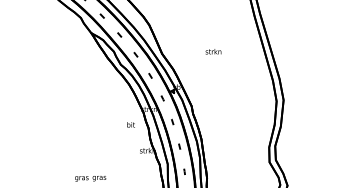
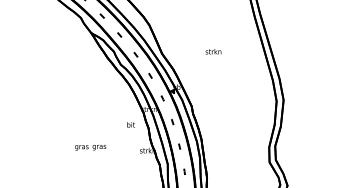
text at (90, 178) position: (90, 178) -> (90, 147)
